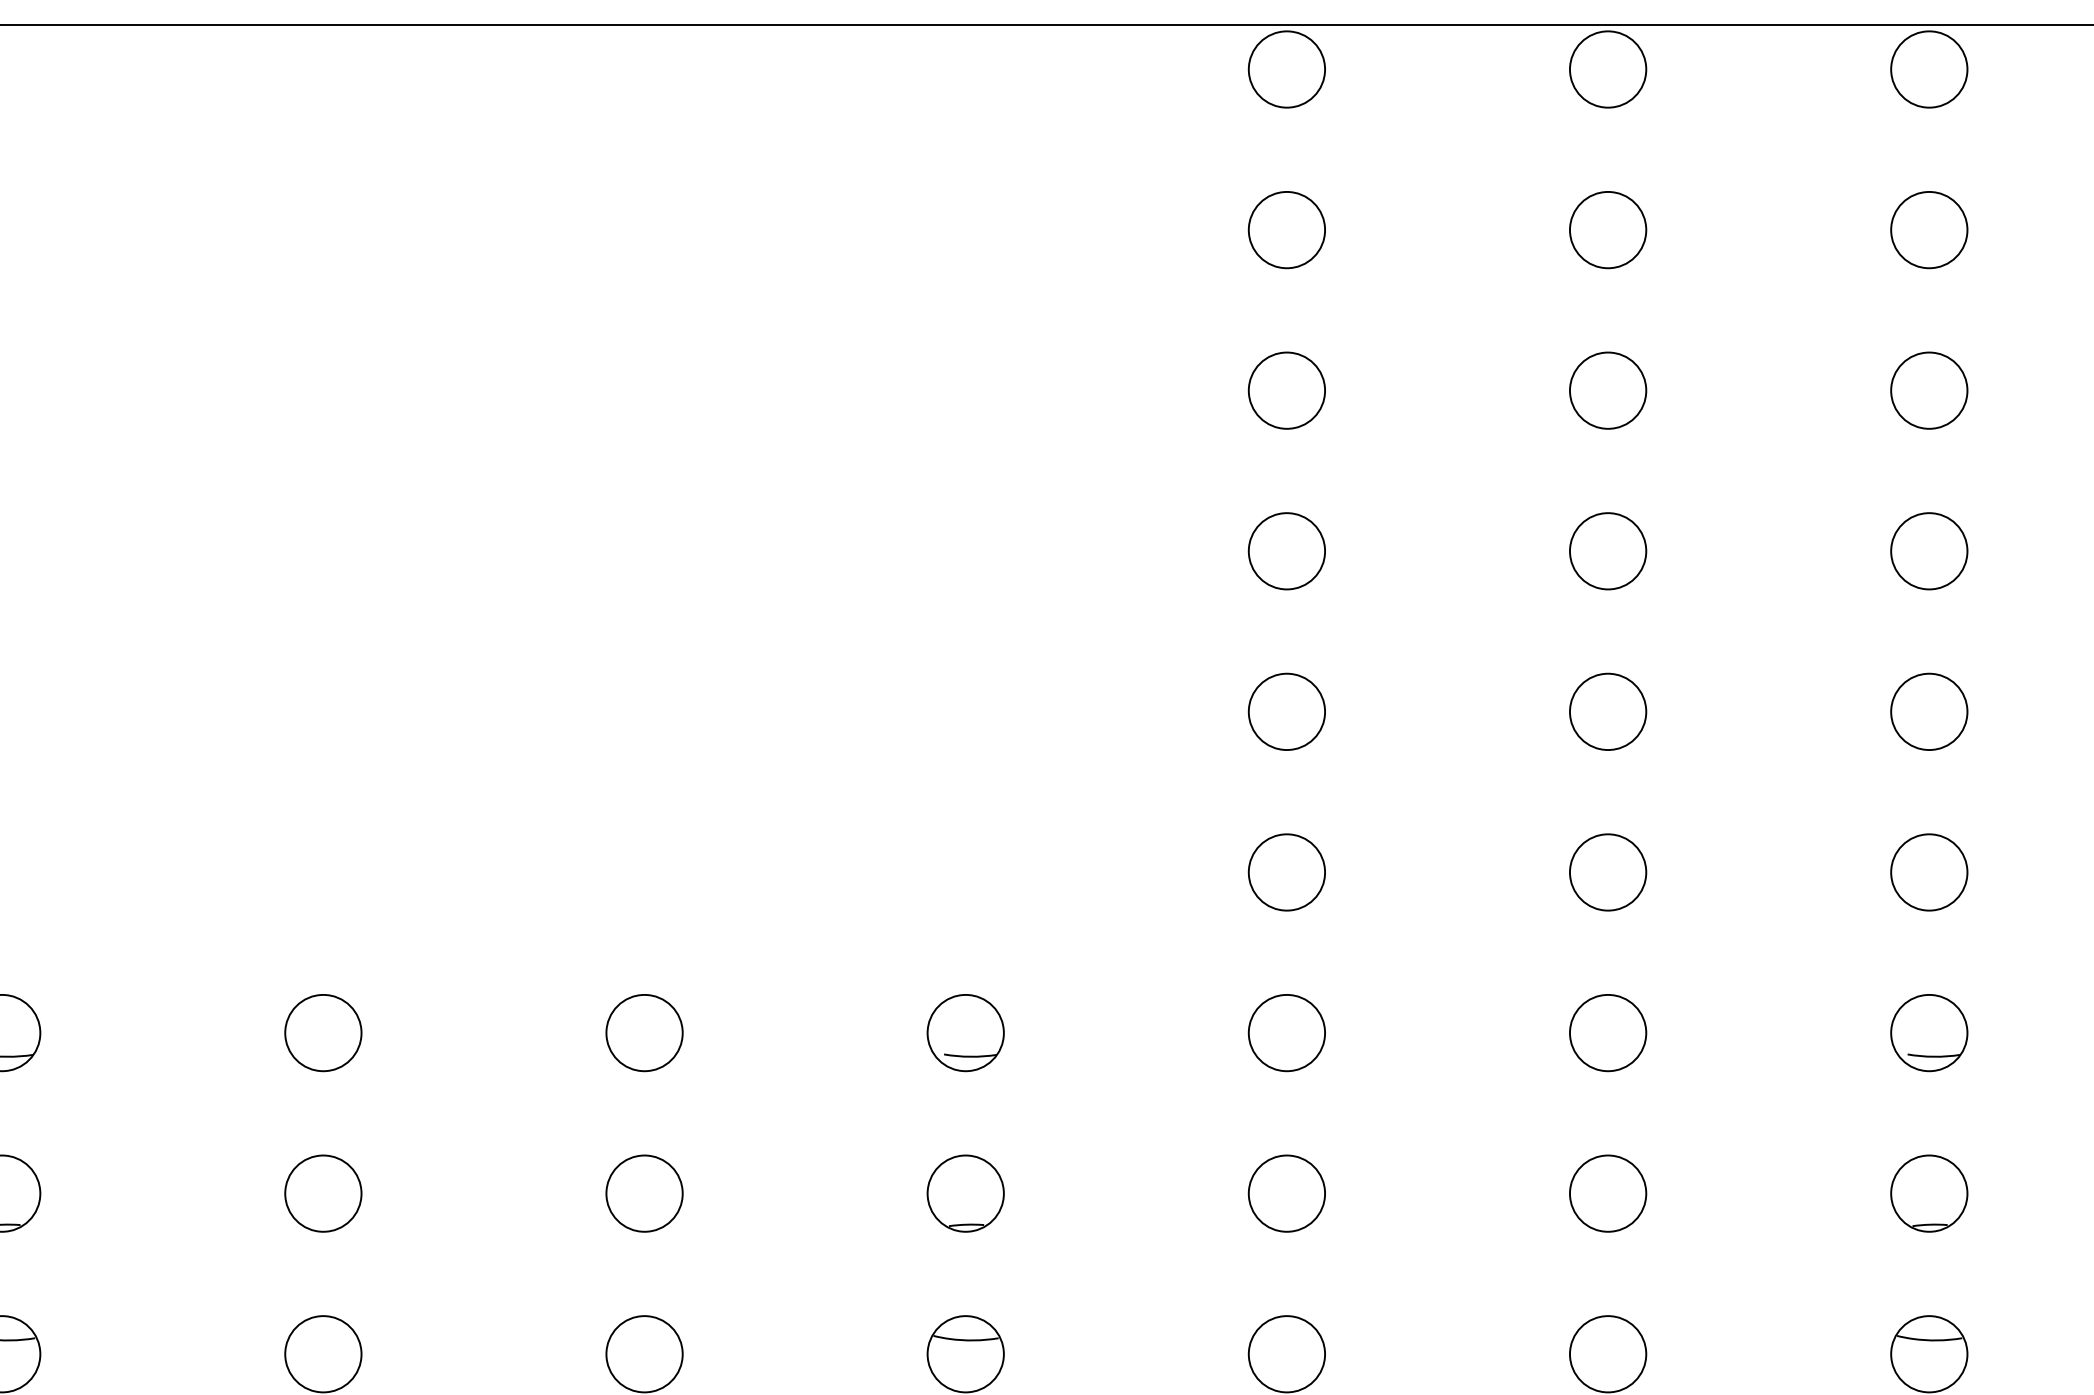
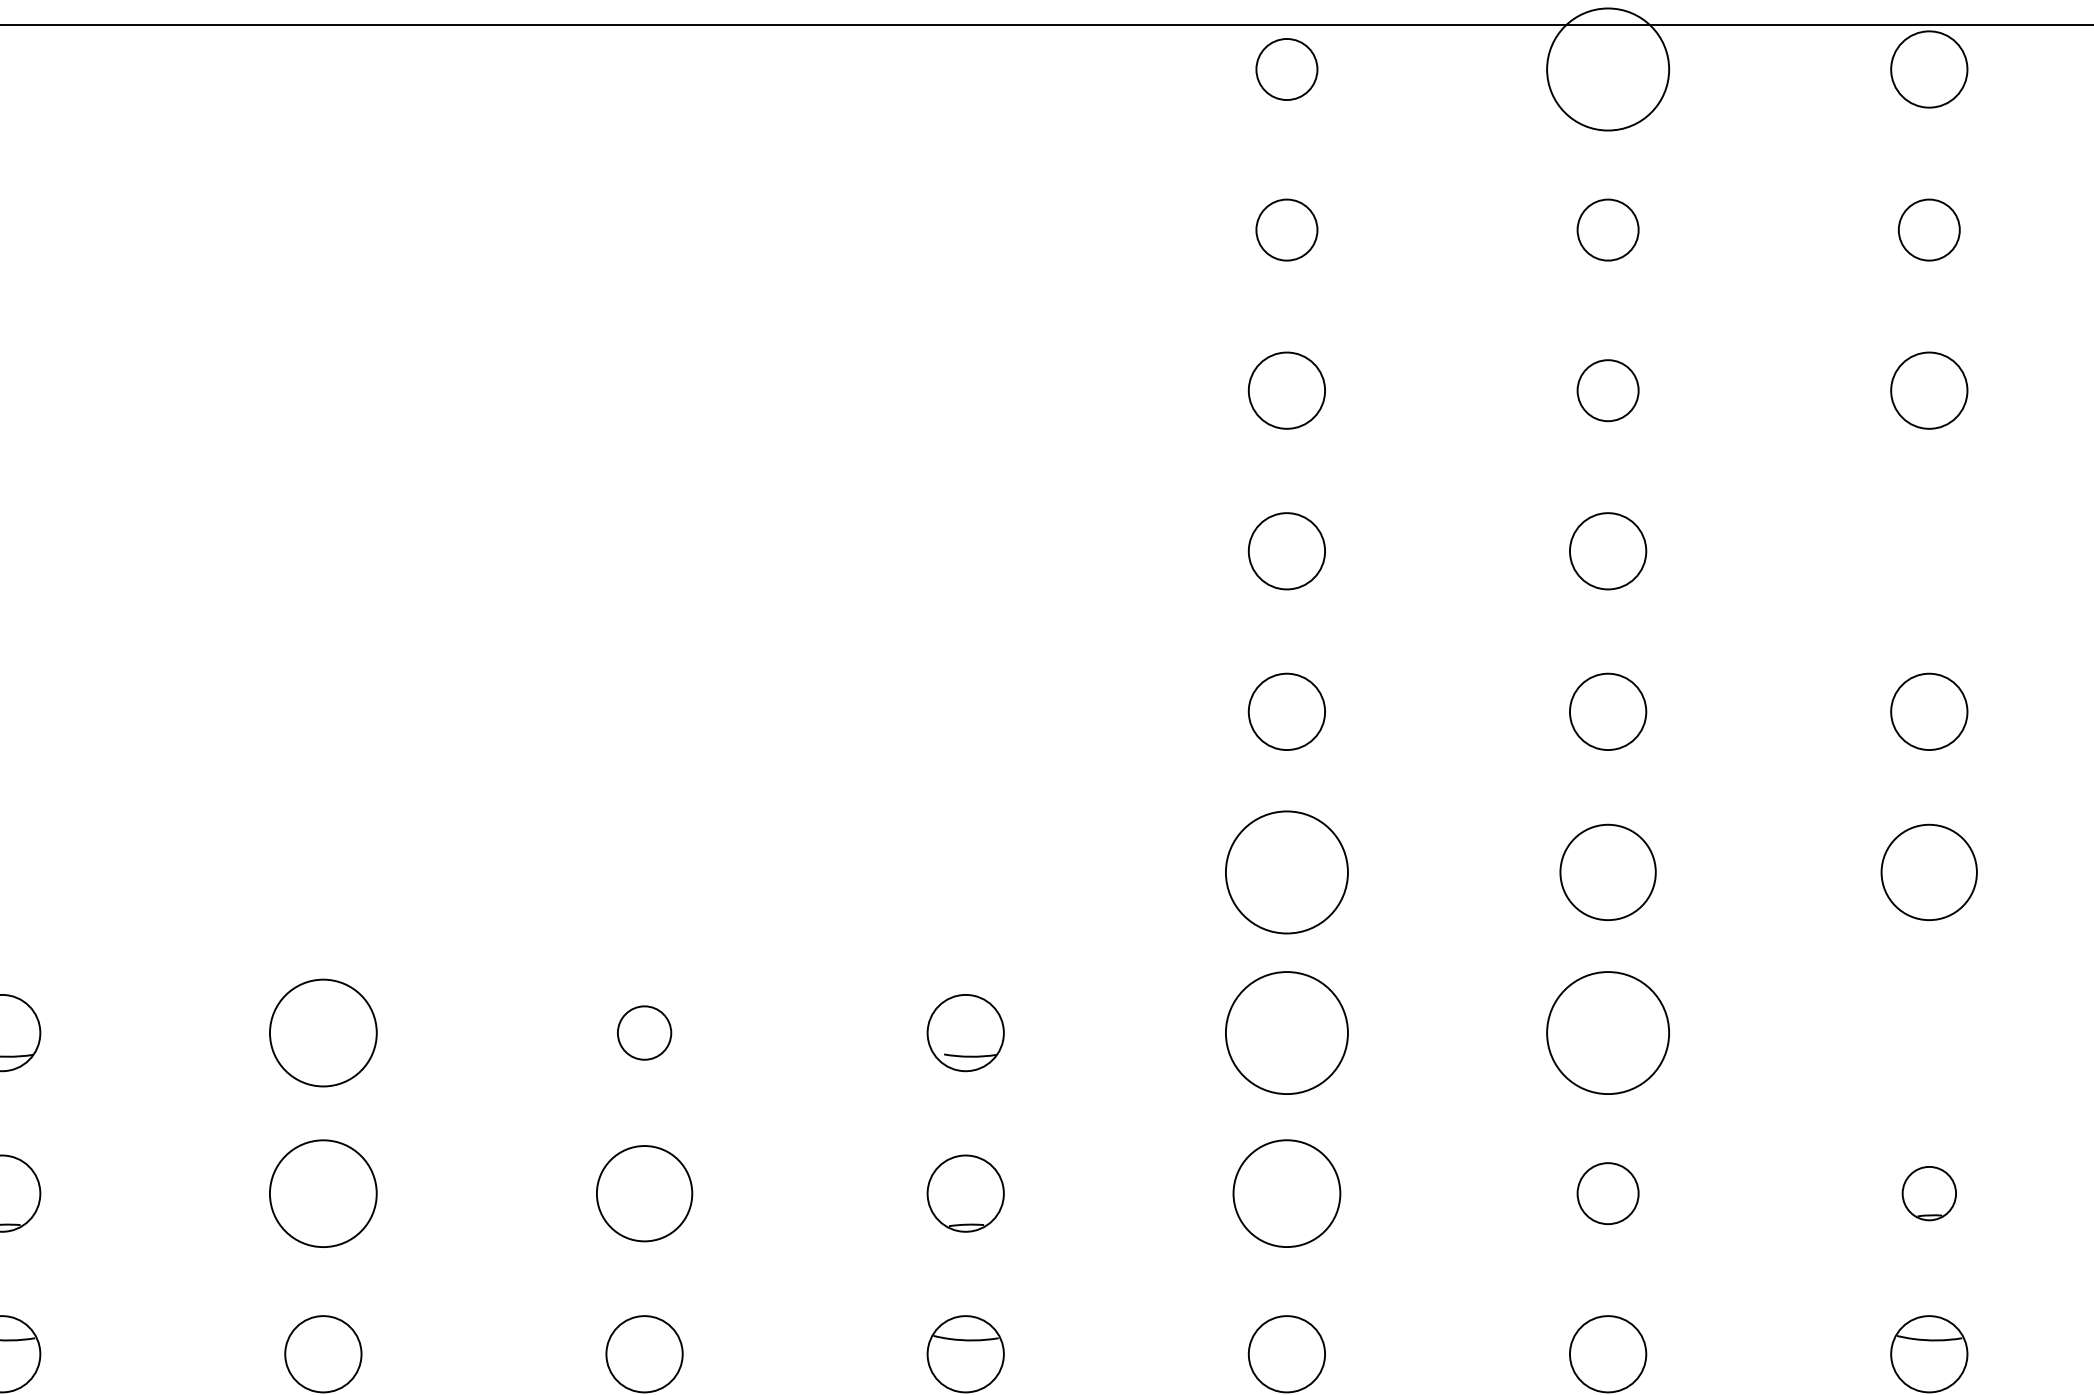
circle at (1286, 69) diameter: 76 px -> 61 px
circle at (1607, 69) diameter: 76 px -> 122 px
circle at (1286, 229) diameter: 76 px -> 61 px
circle at (1607, 229) diameter: 76 px -> 61 px
circle at (1929, 229) diameter: 76 px -> 61 px
circle at (1607, 390) diameter: 76 px -> 61 px
circle at (1929, 551): present -> none
circle at (1286, 872) diameter: 76 px -> 122 px
circle at (1607, 872) diameter: 76 px -> 95 px
circle at (1929, 872) size: 79x79 px -> 98x98 px
circle at (323, 1032) diameter: 76 px -> 107 px
circle at (644, 1032) diameter: 76 px -> 53 px
circle at (1286, 1032) diameter: 76 px -> 122 px
circle at (1607, 1032) diameter: 76 px -> 122 px
part at (1929, 1033): present -> none
circle at (323, 1193) size: 79x79 px -> 109x109 px
circle at (644, 1193) size: 79x79 px -> 98x98 px
circle at (1286, 1193) diameter: 76 px -> 107 px
circle at (1607, 1193) diameter: 76 px -> 61 px
part at (1929, 1193) size: 79x79 px -> 56x56 px
